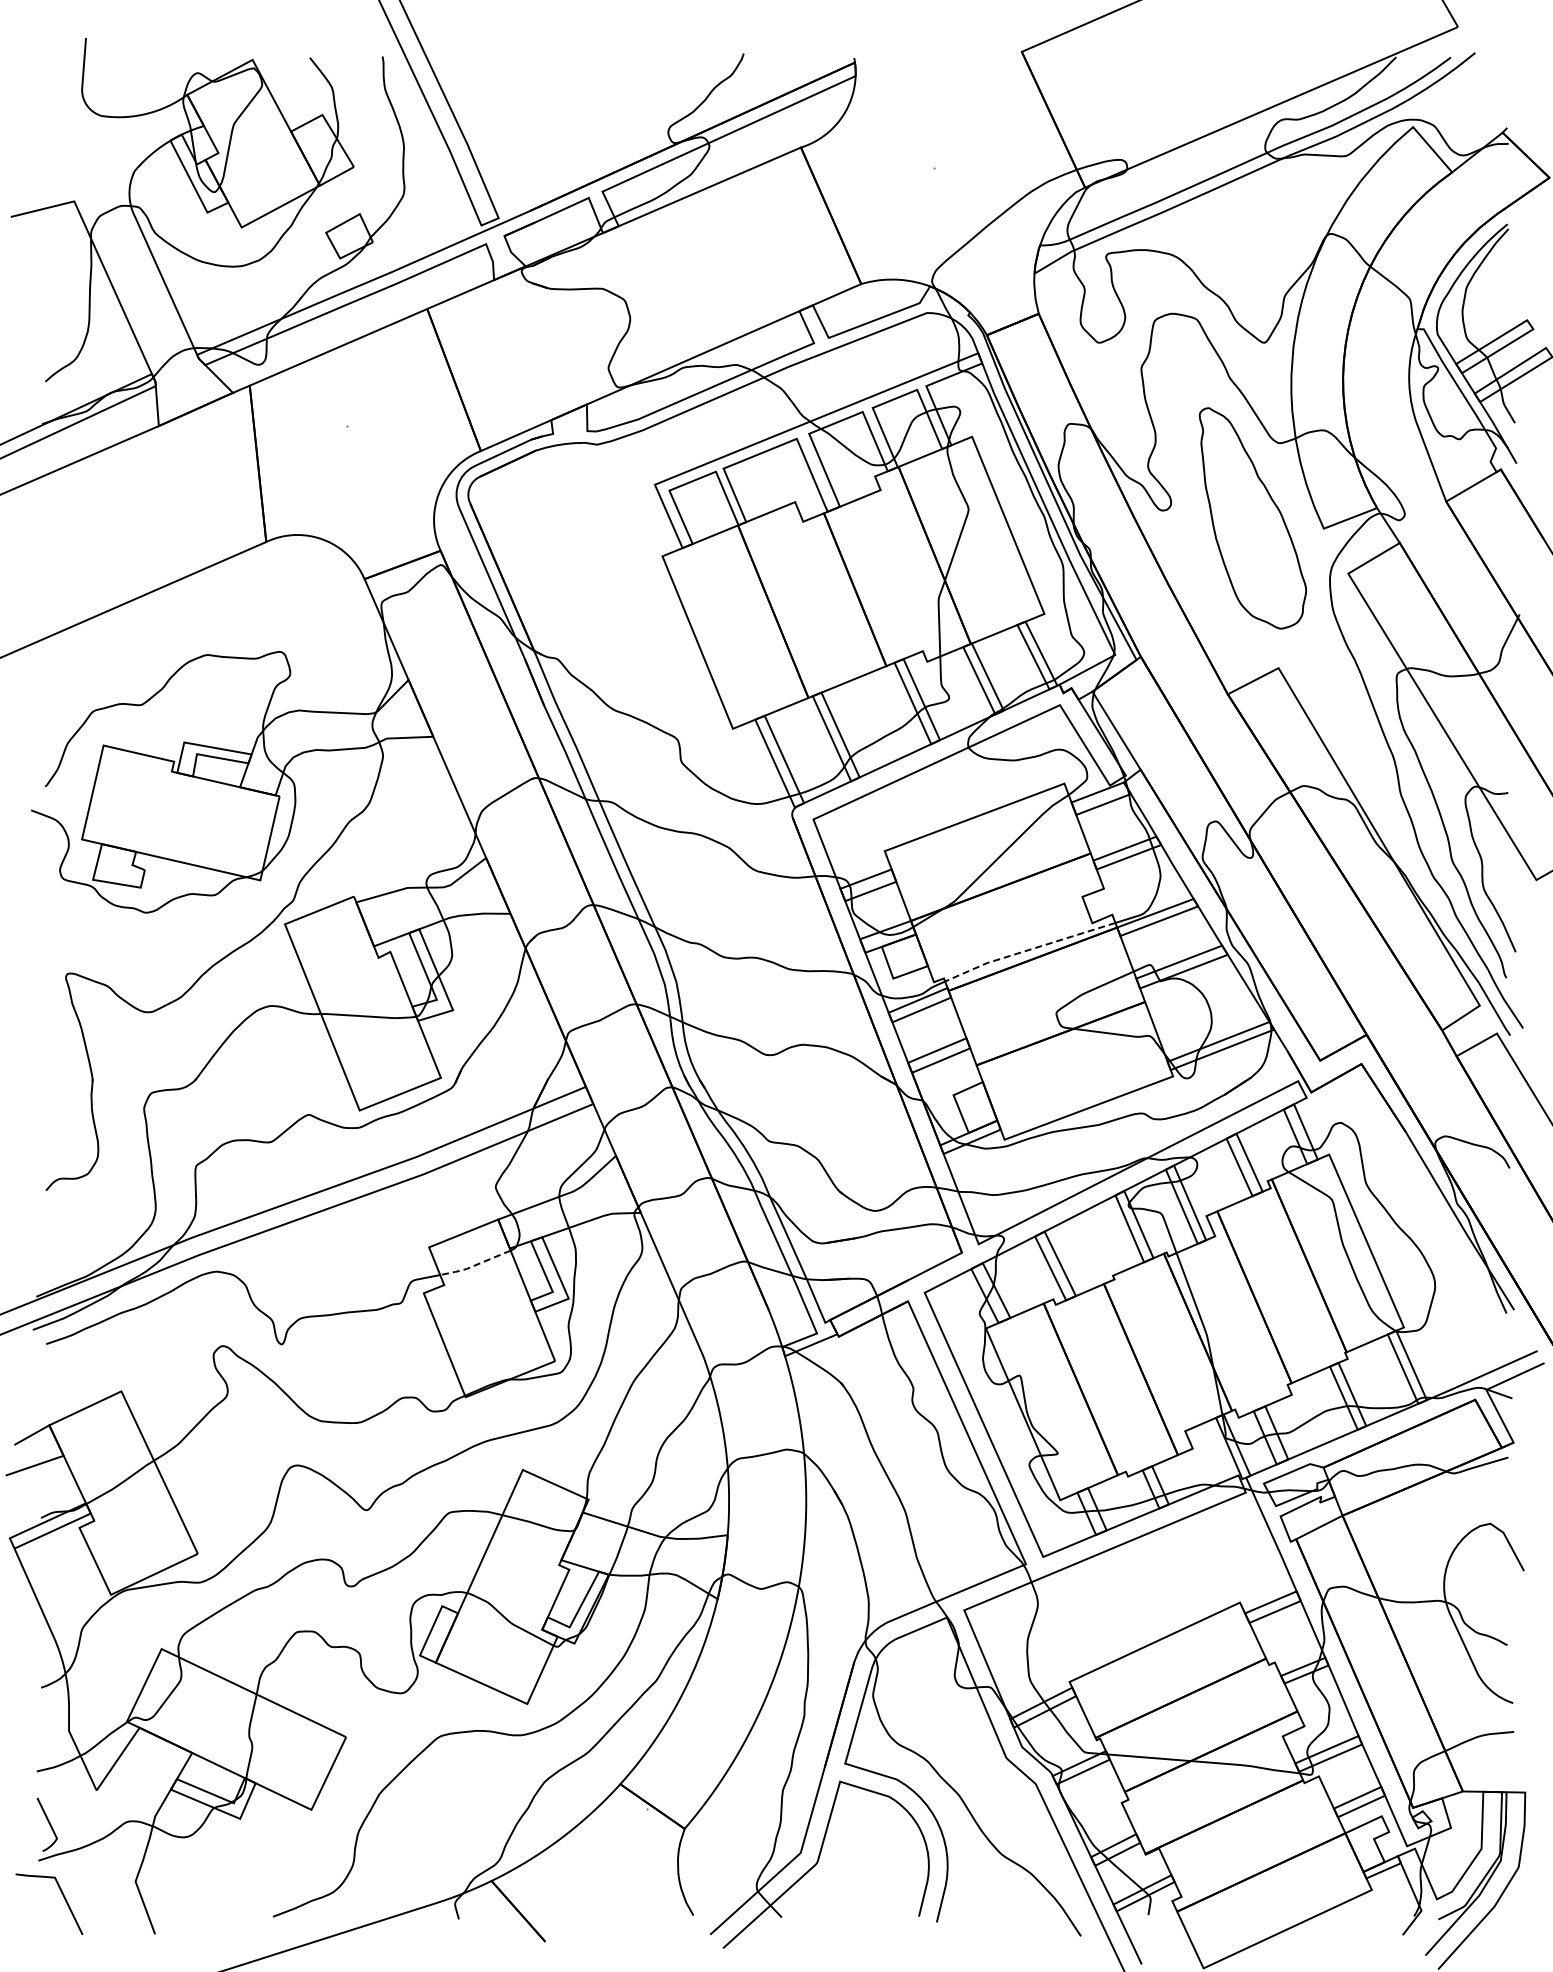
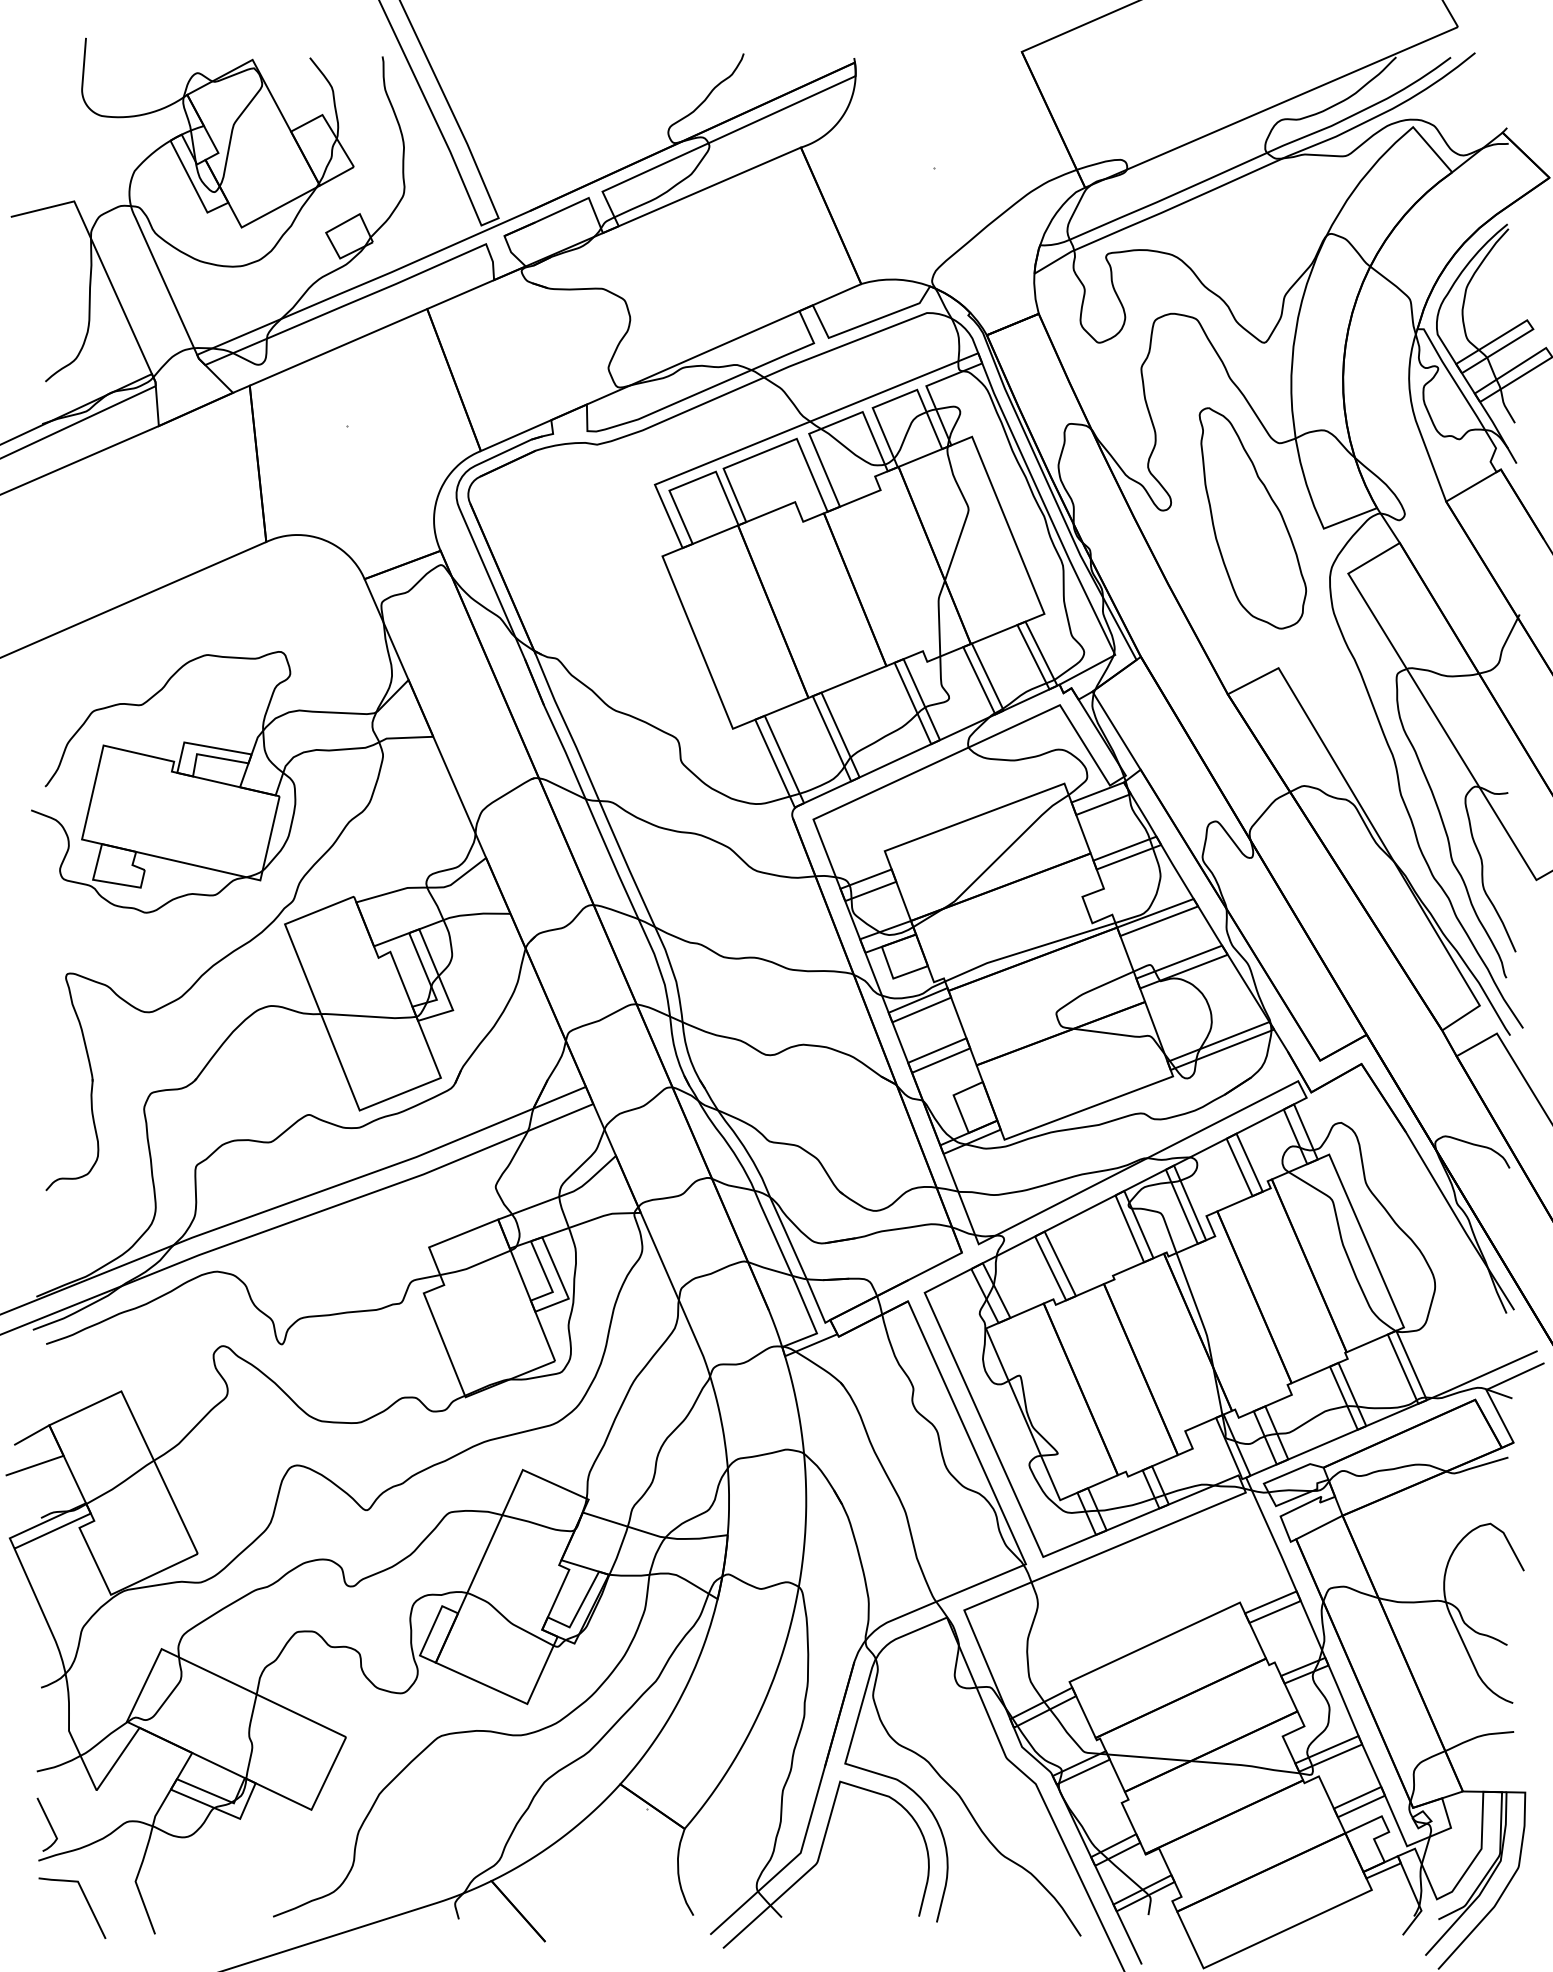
line at (1028, 950): dashed -> solid
line at (474, 1265): dashed -> solid
curve at (63, 1897) position: (63, 1897) -> (86, 1901)
